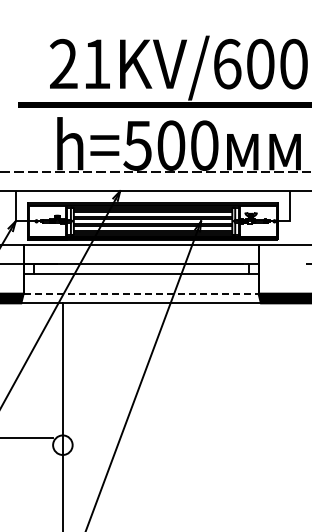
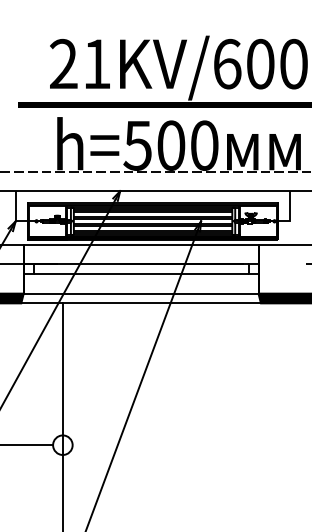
line at (141, 293): dashed -> solid
line at (27, 438) position: (27, 438) -> (27, 445)
